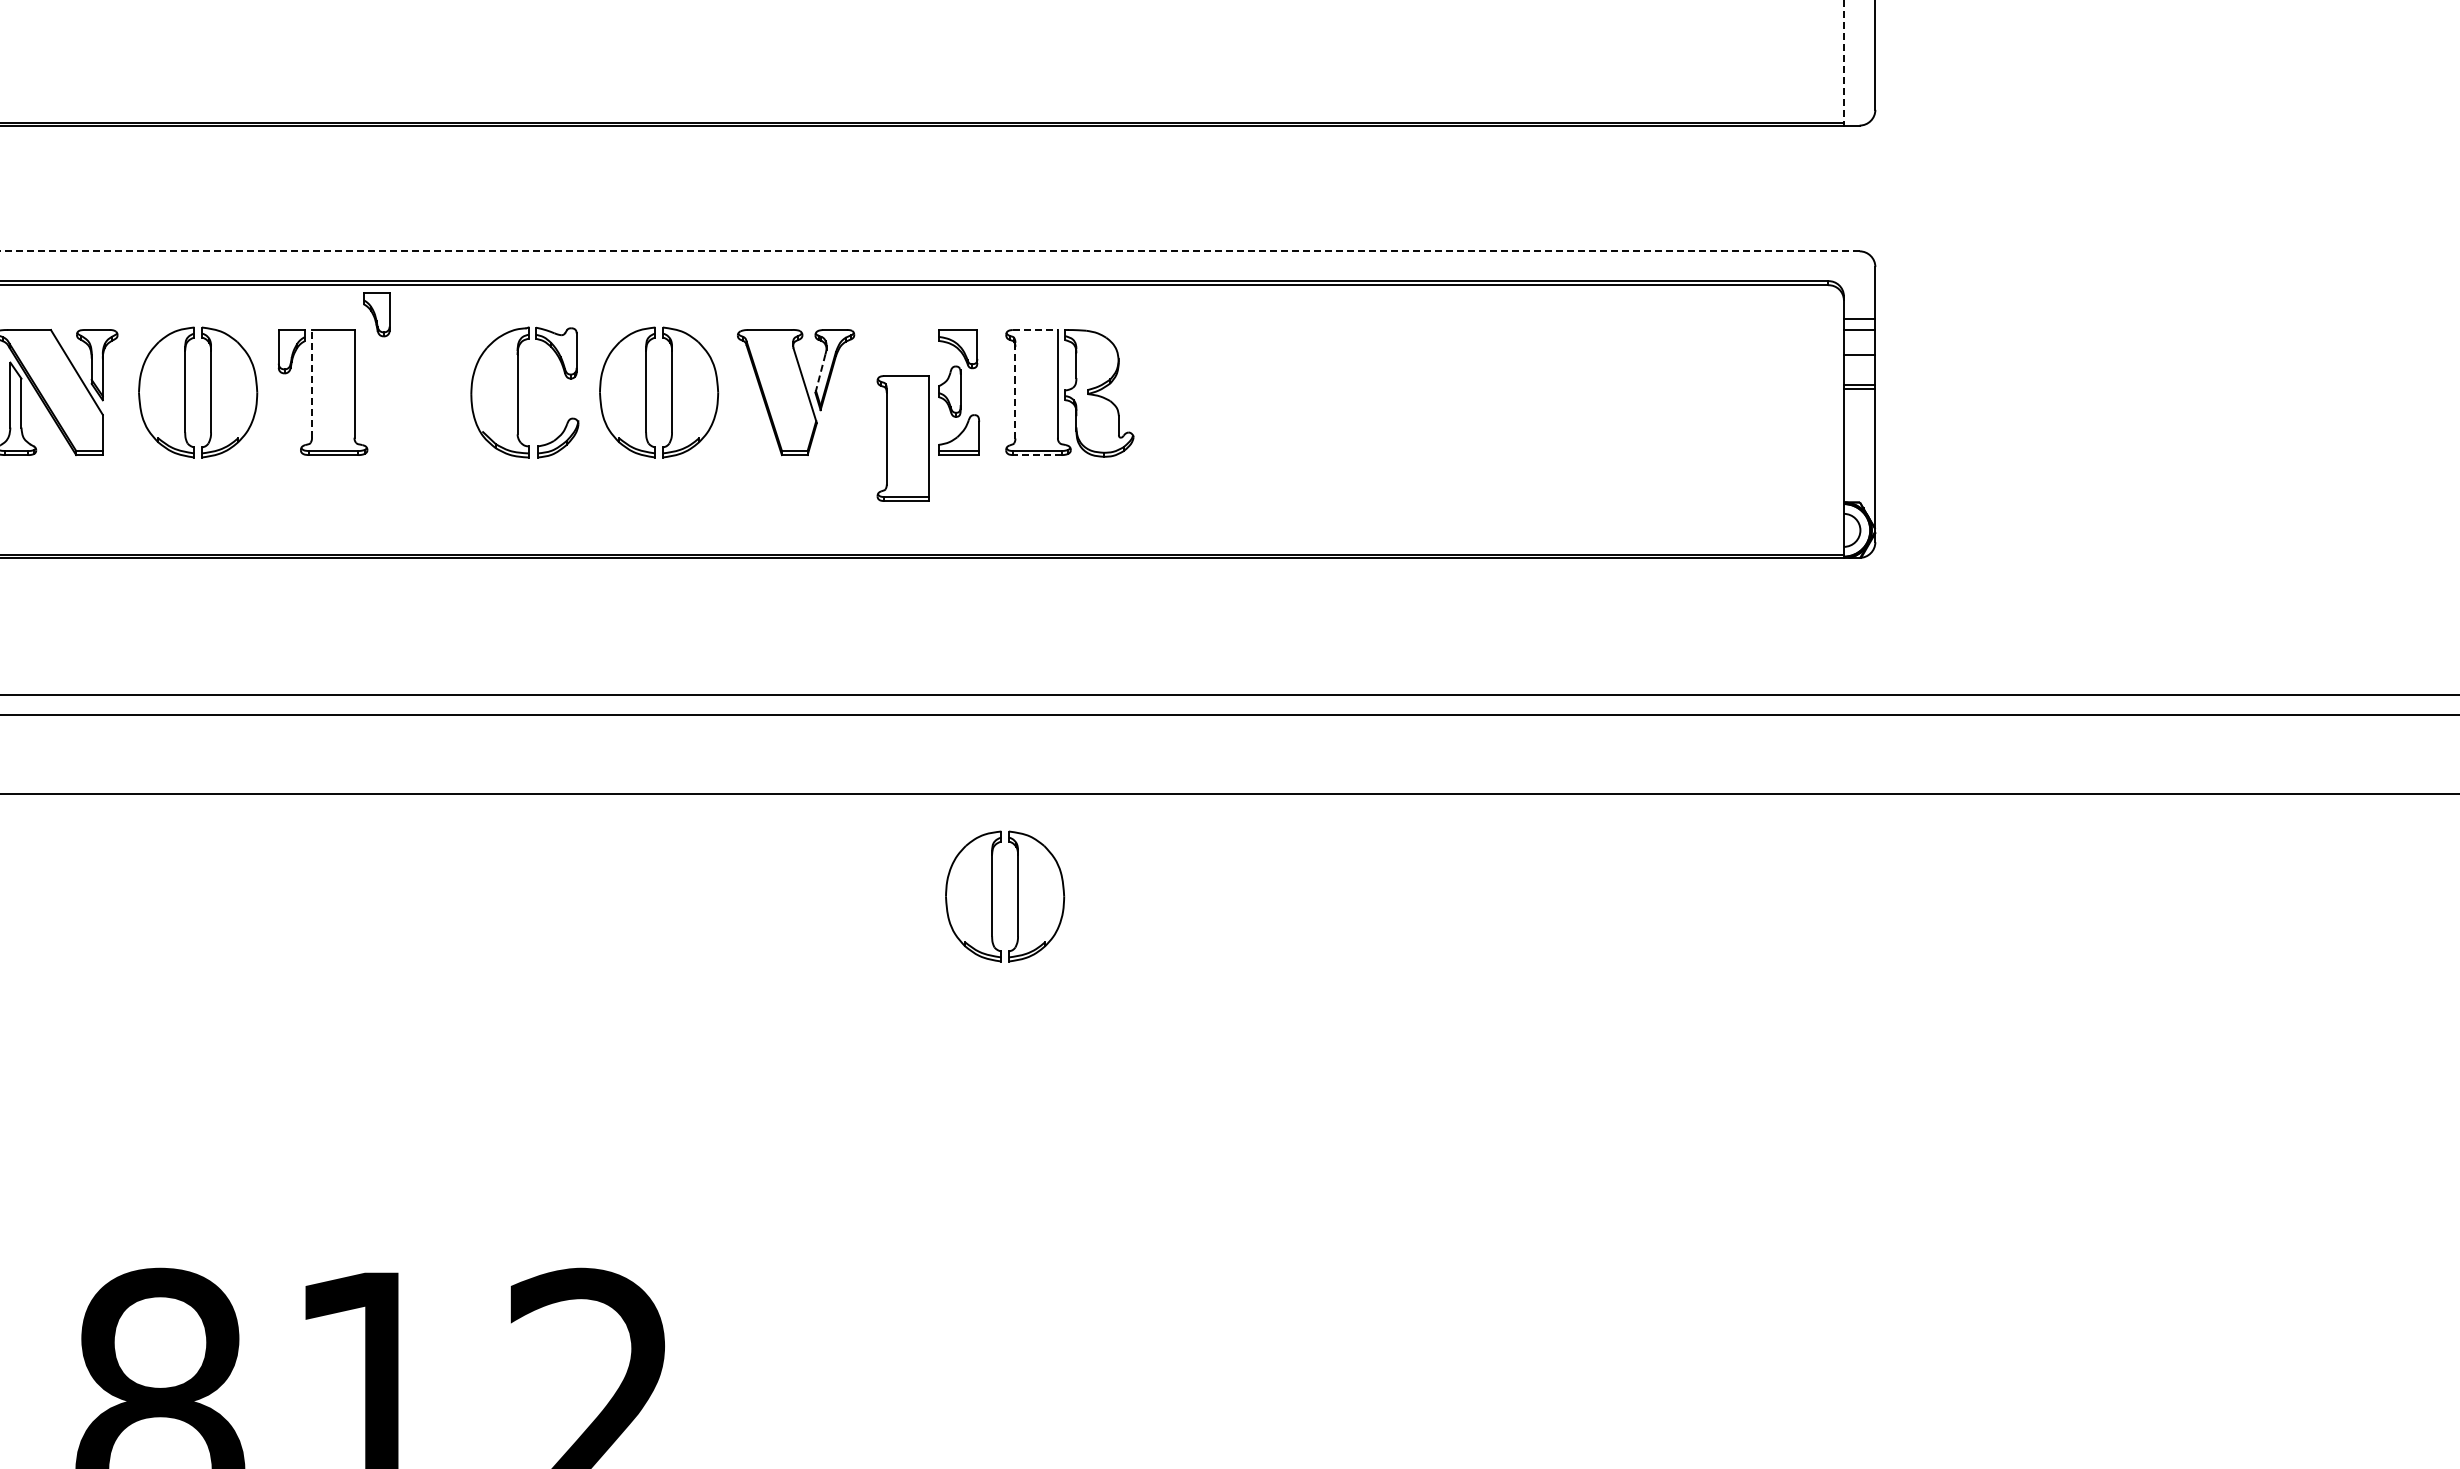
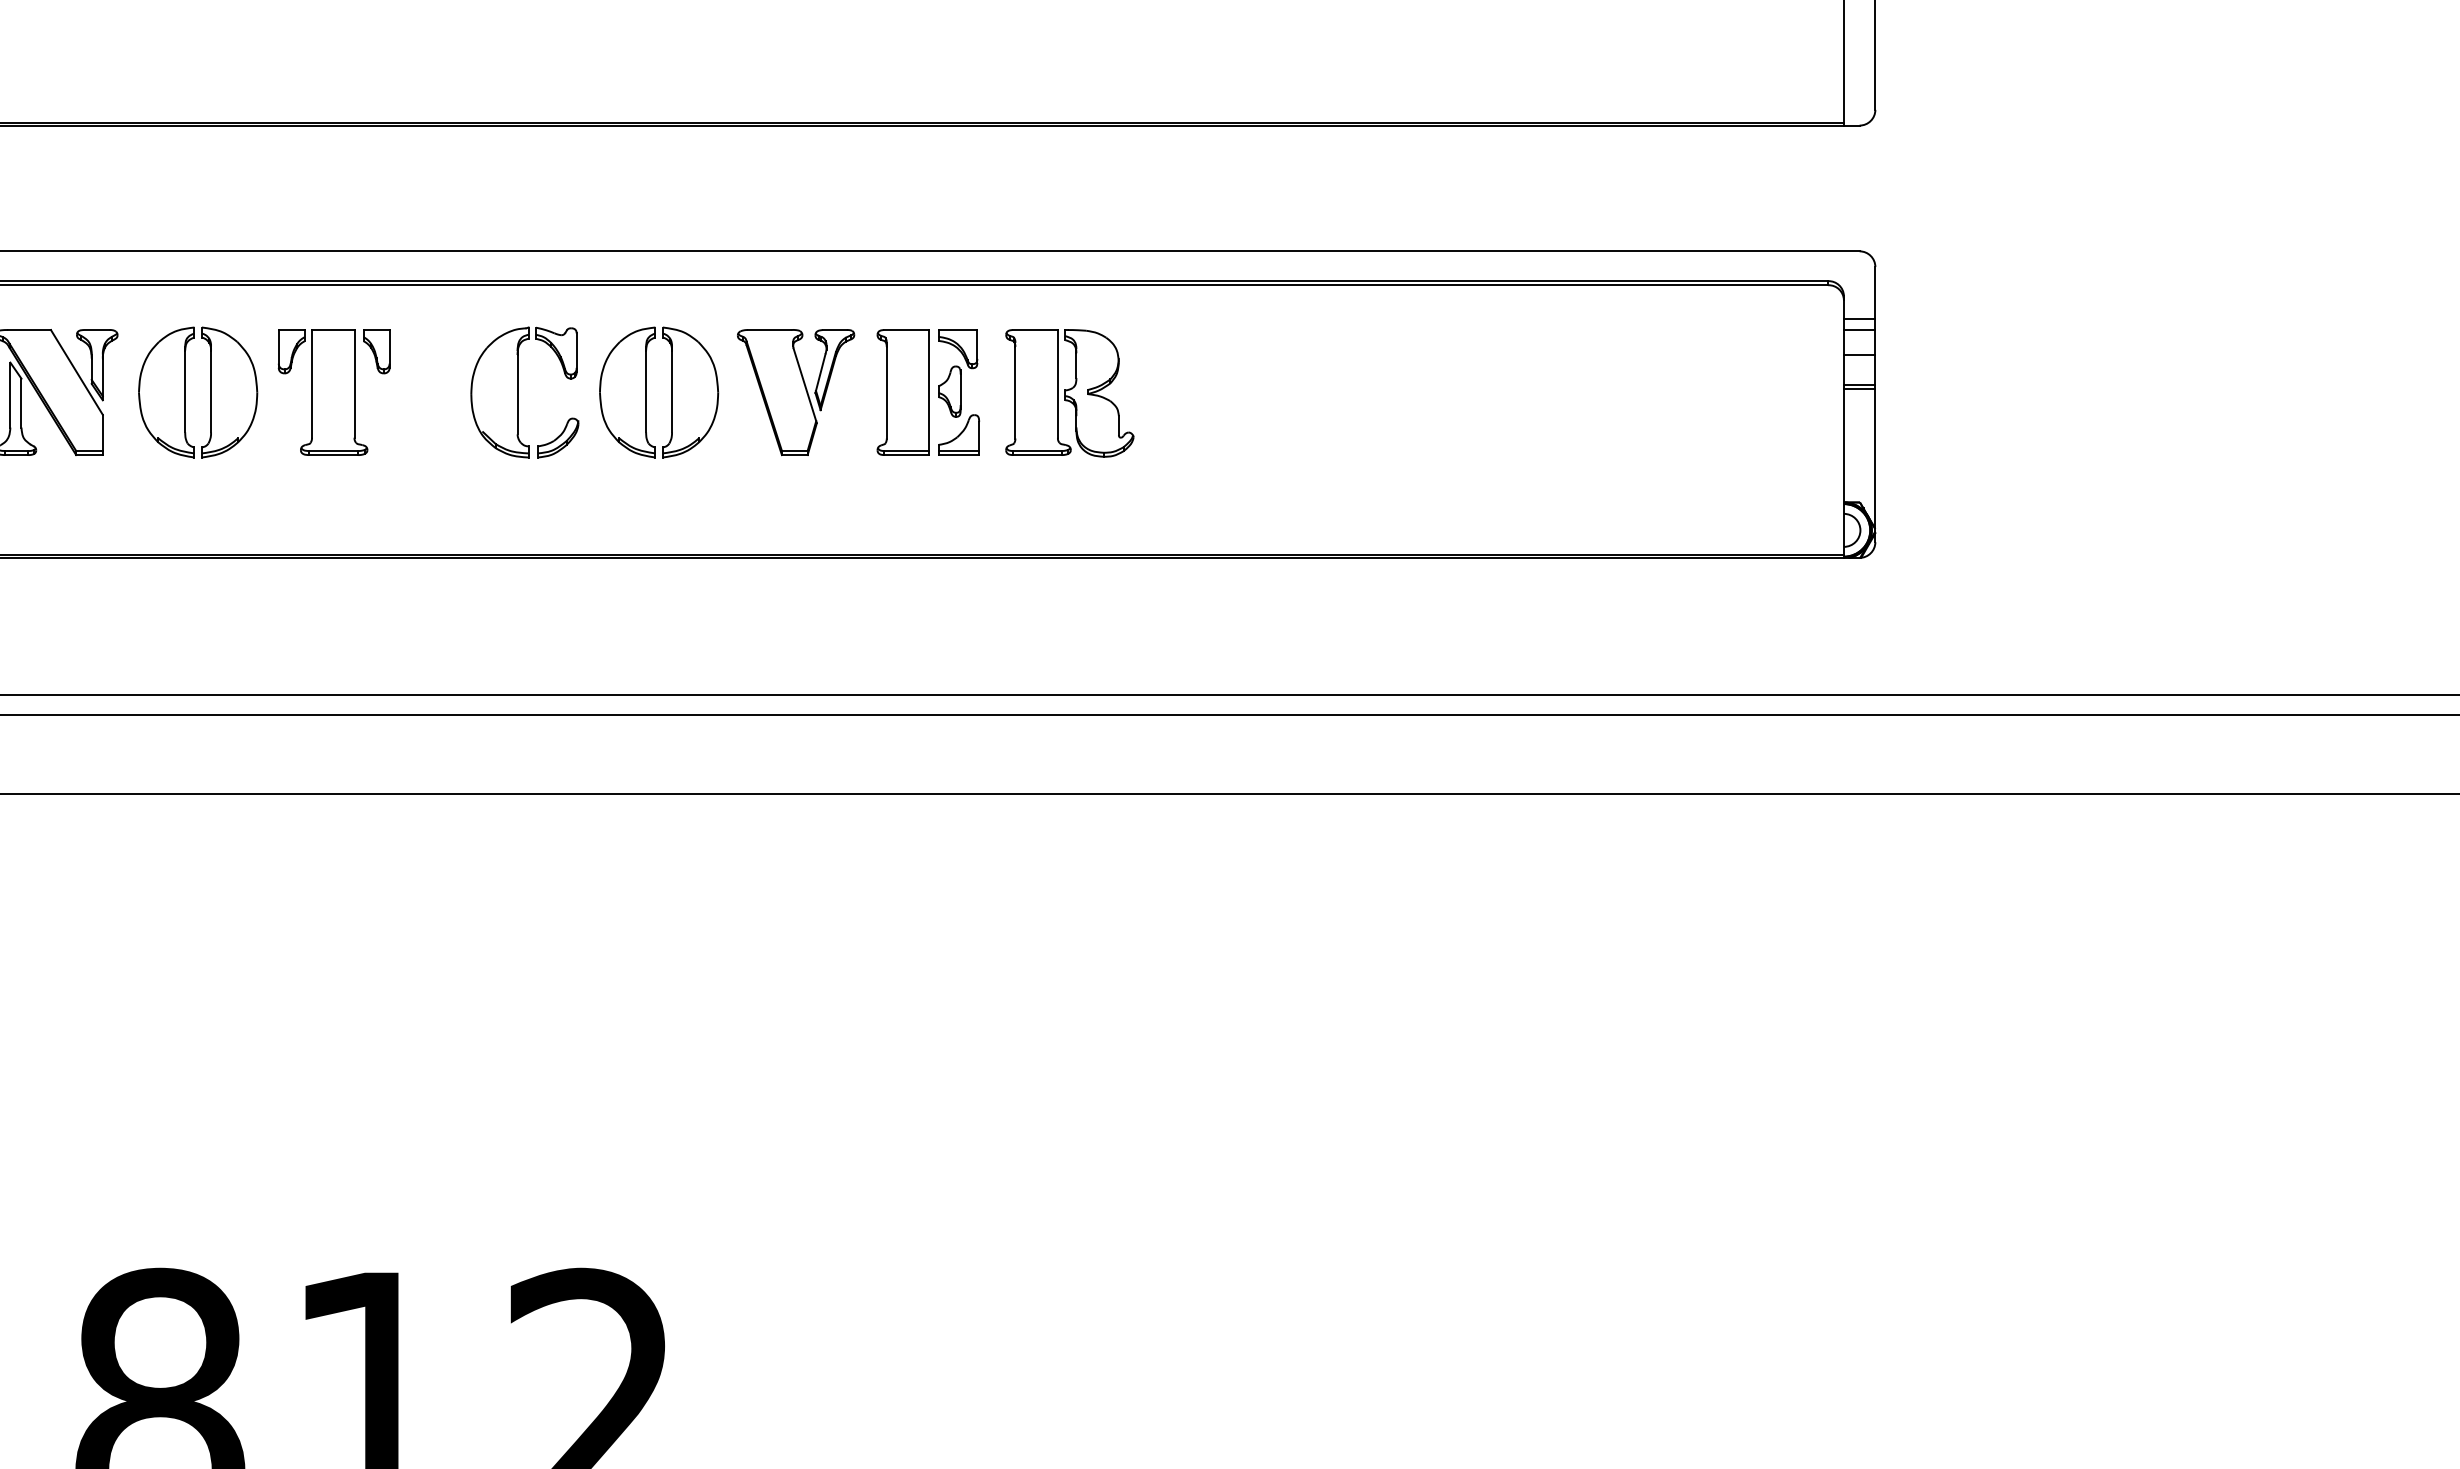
line at (1843, 62): dashed -> solid
line at (929, 251): dashed -> solid
part at (376, 314) position: (376, 314) -> (376, 351)
line at (1035, 330): dashed -> solid
line at (820, 373): dashed -> solid
line at (312, 383): dashed -> solid
line at (1015, 392): dashed -> solid
part at (902, 438) position: (902, 438) -> (902, 392)
line at (1036, 455): dashed -> solid
part at (1017, 896): present -> none
